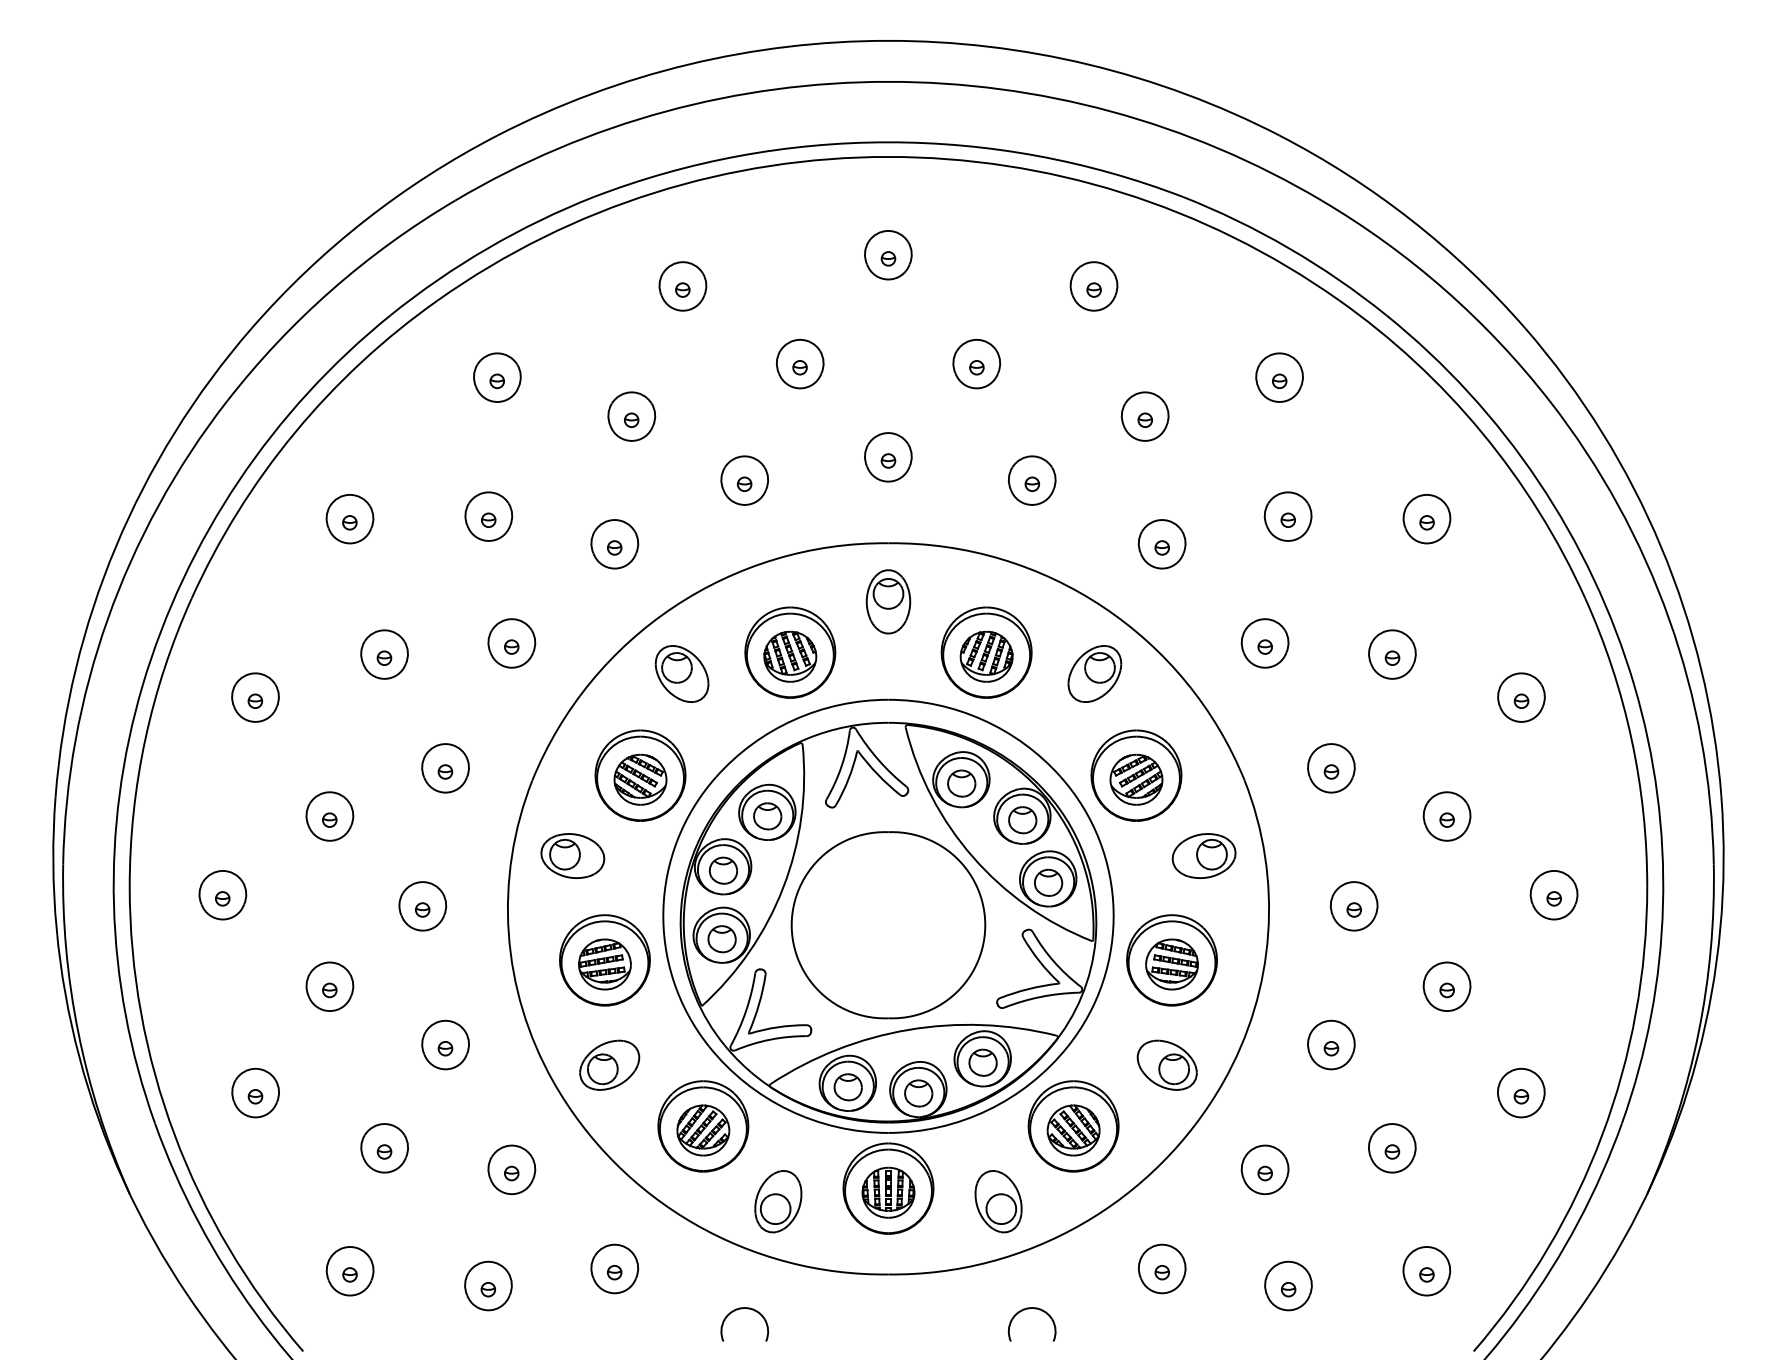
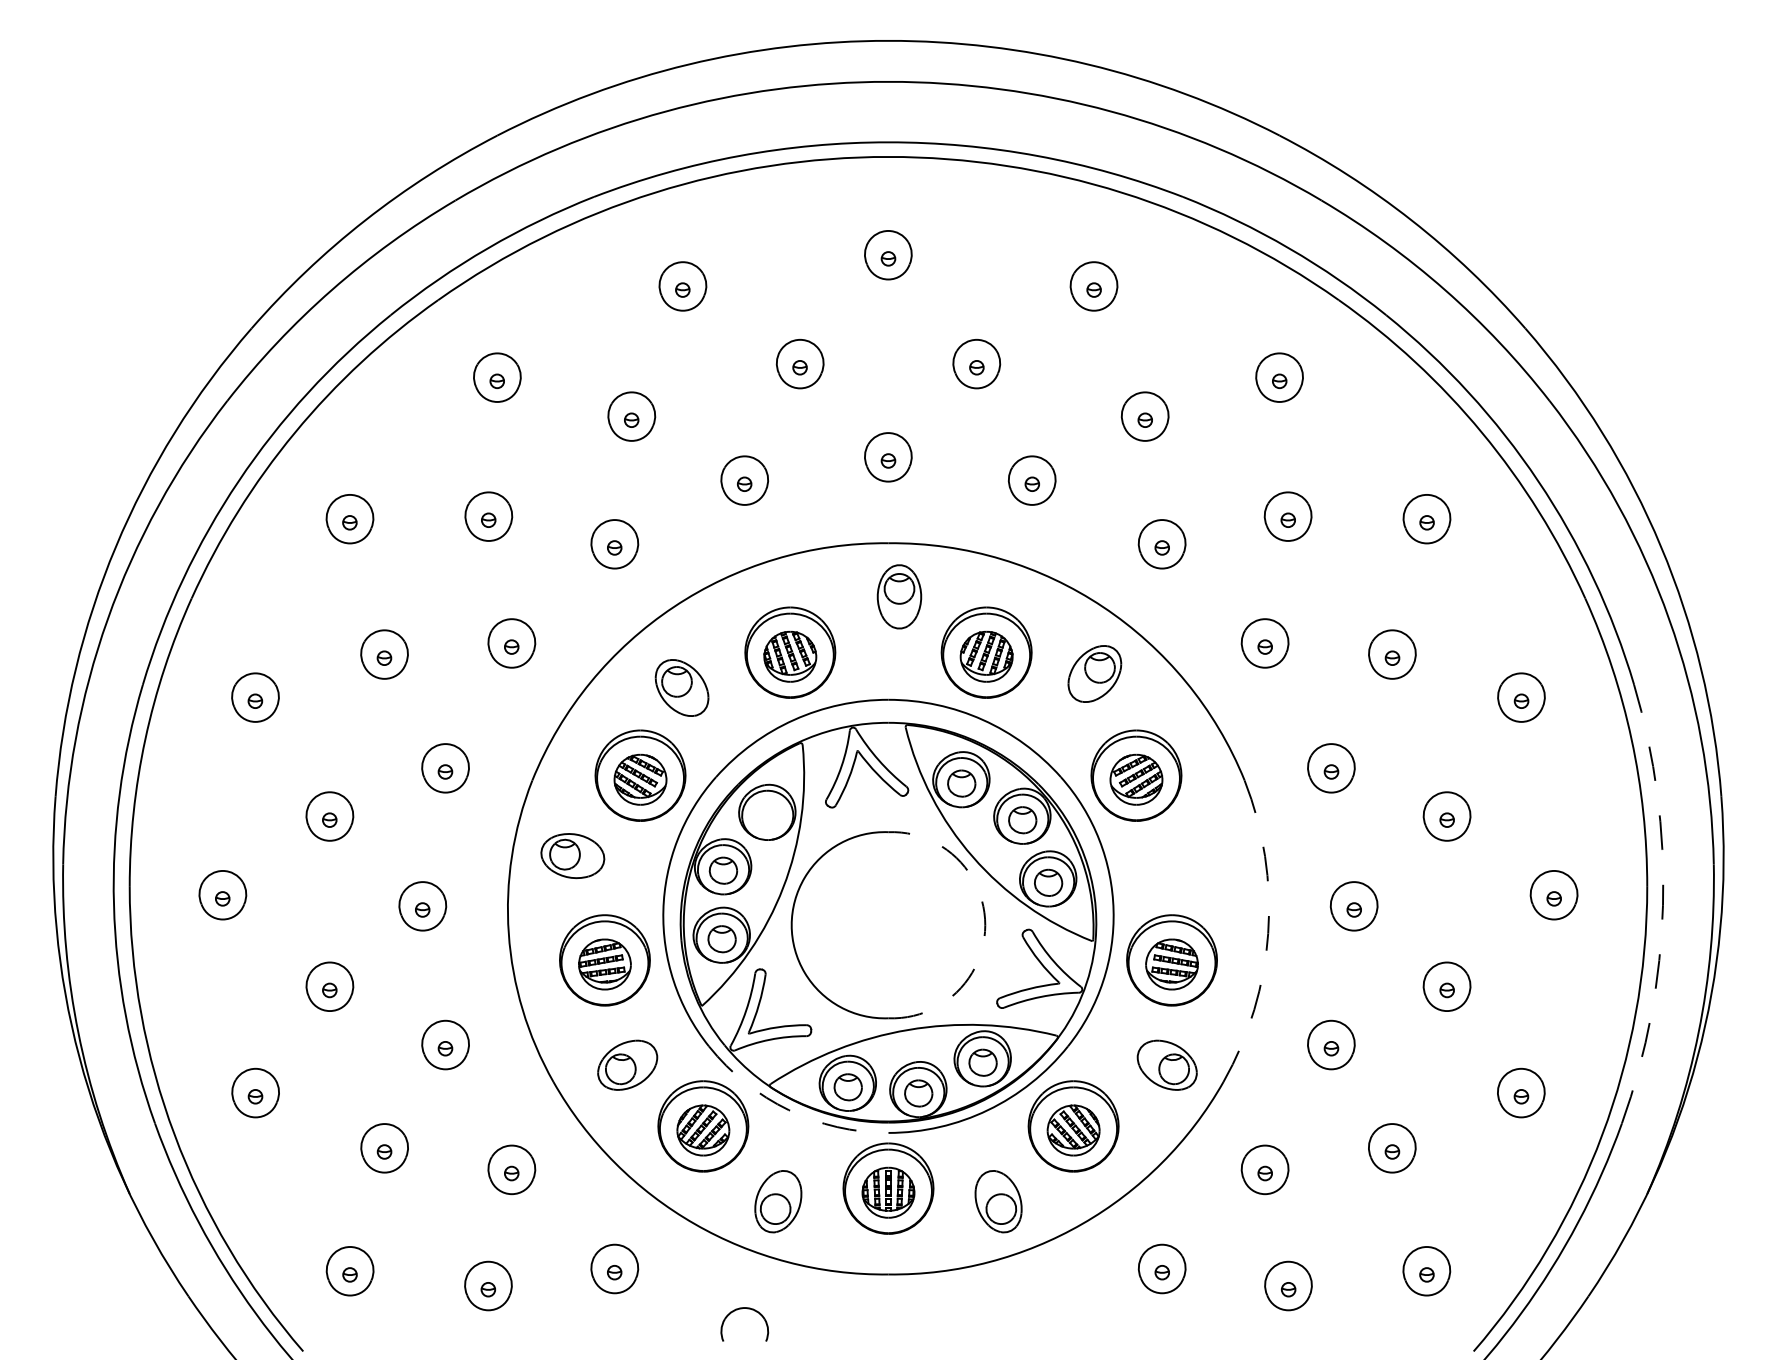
part at (888, 601) position: (888, 601) -> (899, 596)
part at (681, 673) position: (681, 673) -> (681, 687)
part at (767, 816): present -> none
part at (1203, 856): present -> none
arc at (1663, 905): solid -> dashed
arc at (985, 925): solid -> dashed
arc at (1268, 933): solid -> dashed
part at (609, 1064) position: (609, 1064) -> (627, 1064)
arc at (788, 1110): solid -> dashed
part at (1029, 1309): present -> none
